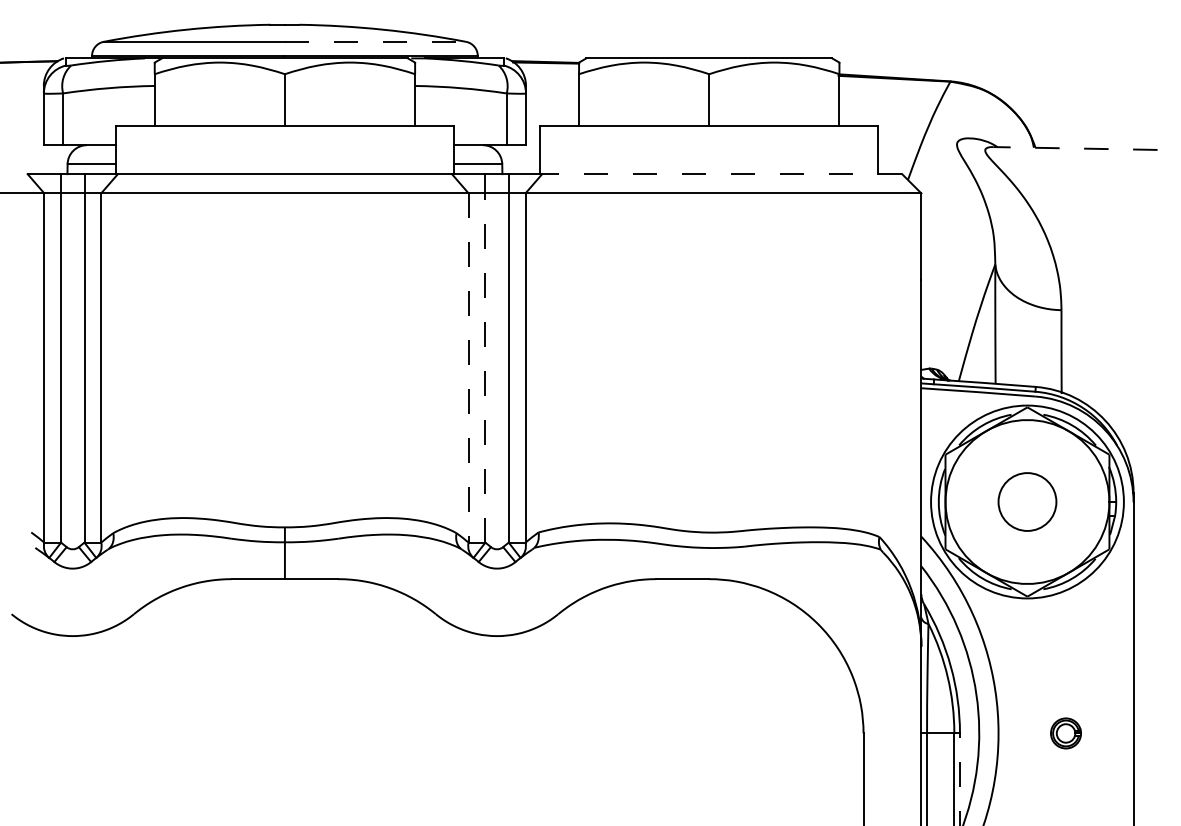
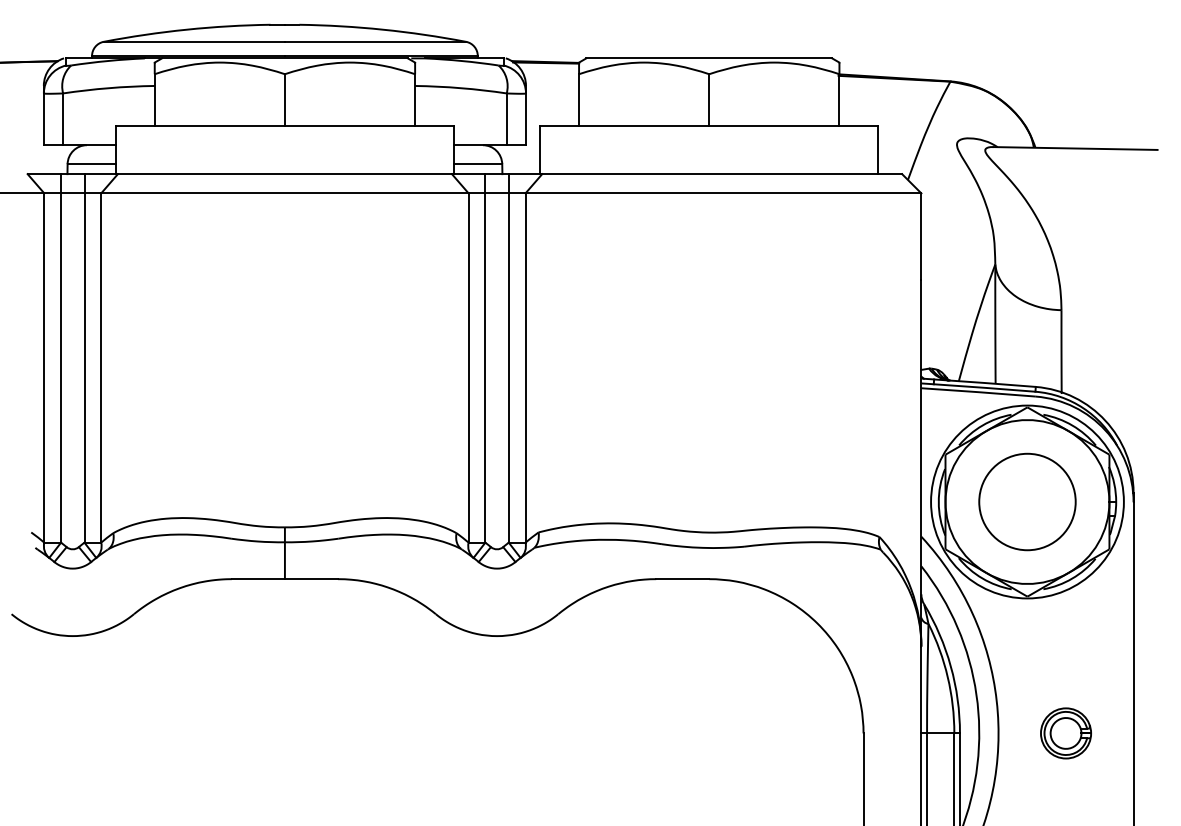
line at (375, 41): dashed -> solid
line at (1075, 148): dashed -> solid
line at (722, 174): dashed -> solid
line at (468, 368): dashed -> solid
line at (485, 368): dashed -> solid
circle at (1027, 501) diameter: 58 px -> 96 px
part at (1065, 733) size: 32x33 px -> 52x53 px
line at (959, 779): dashed -> solid
